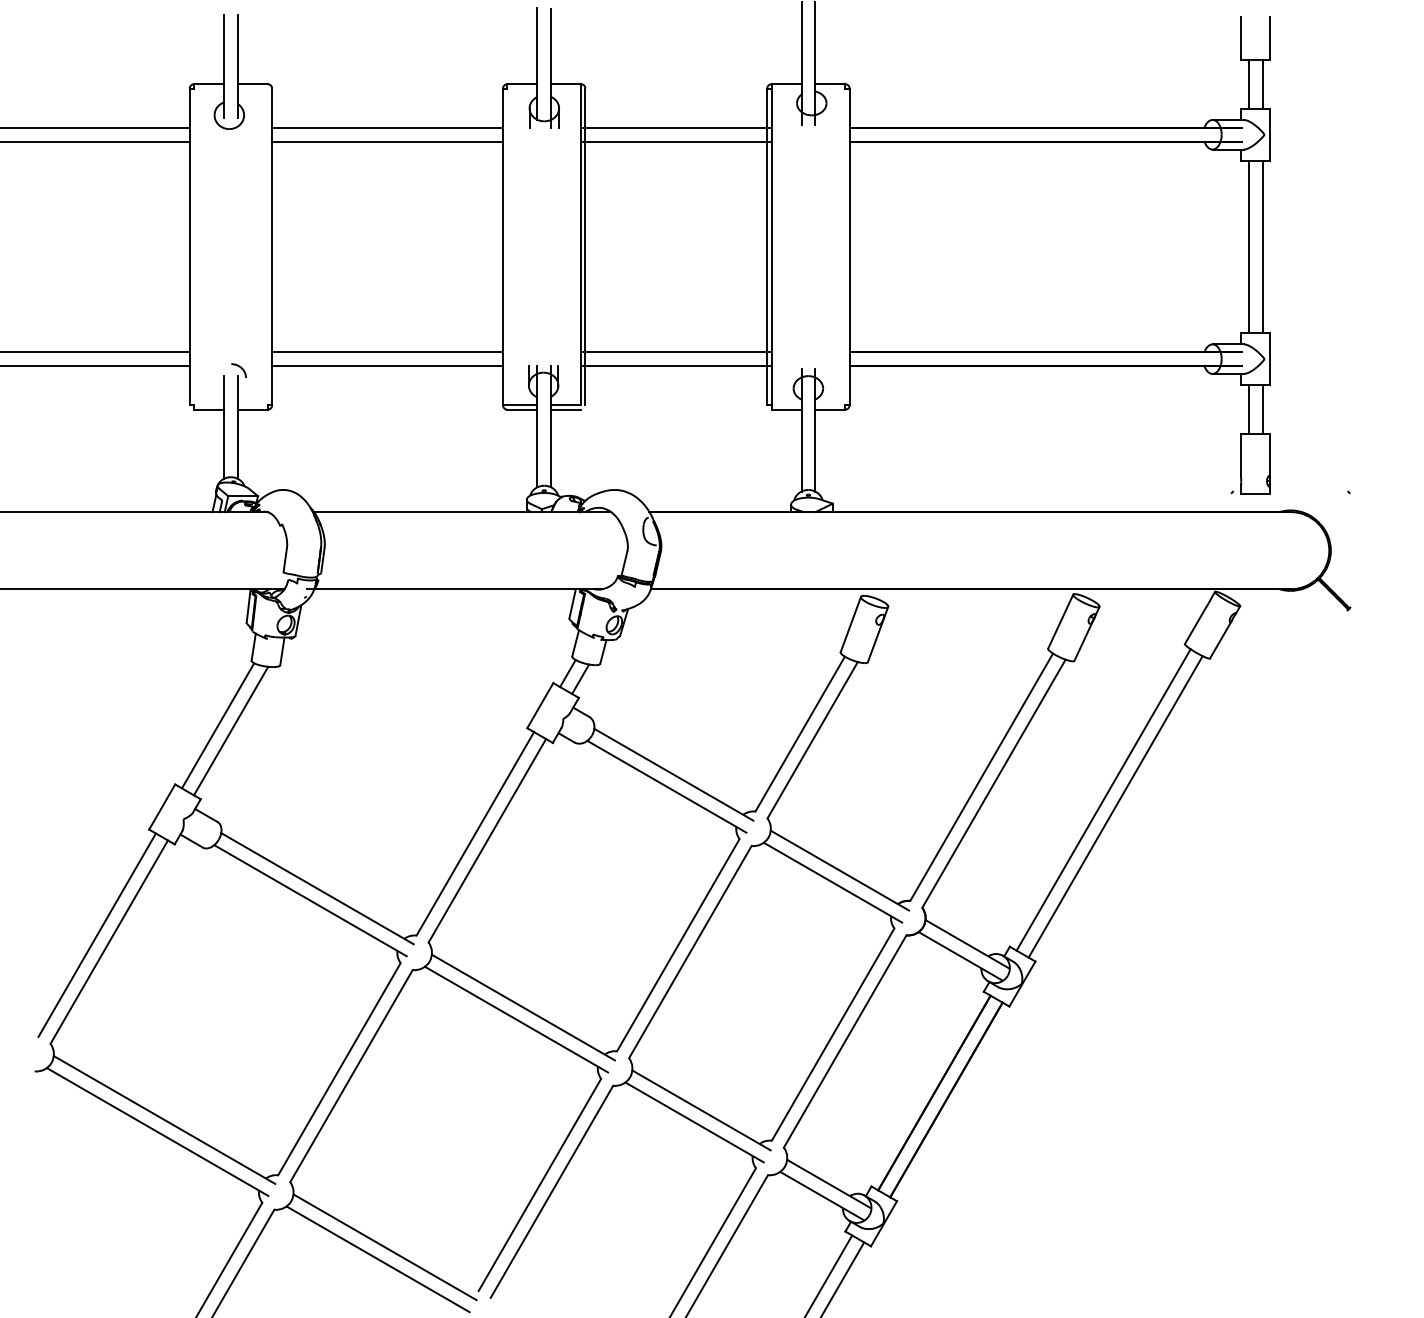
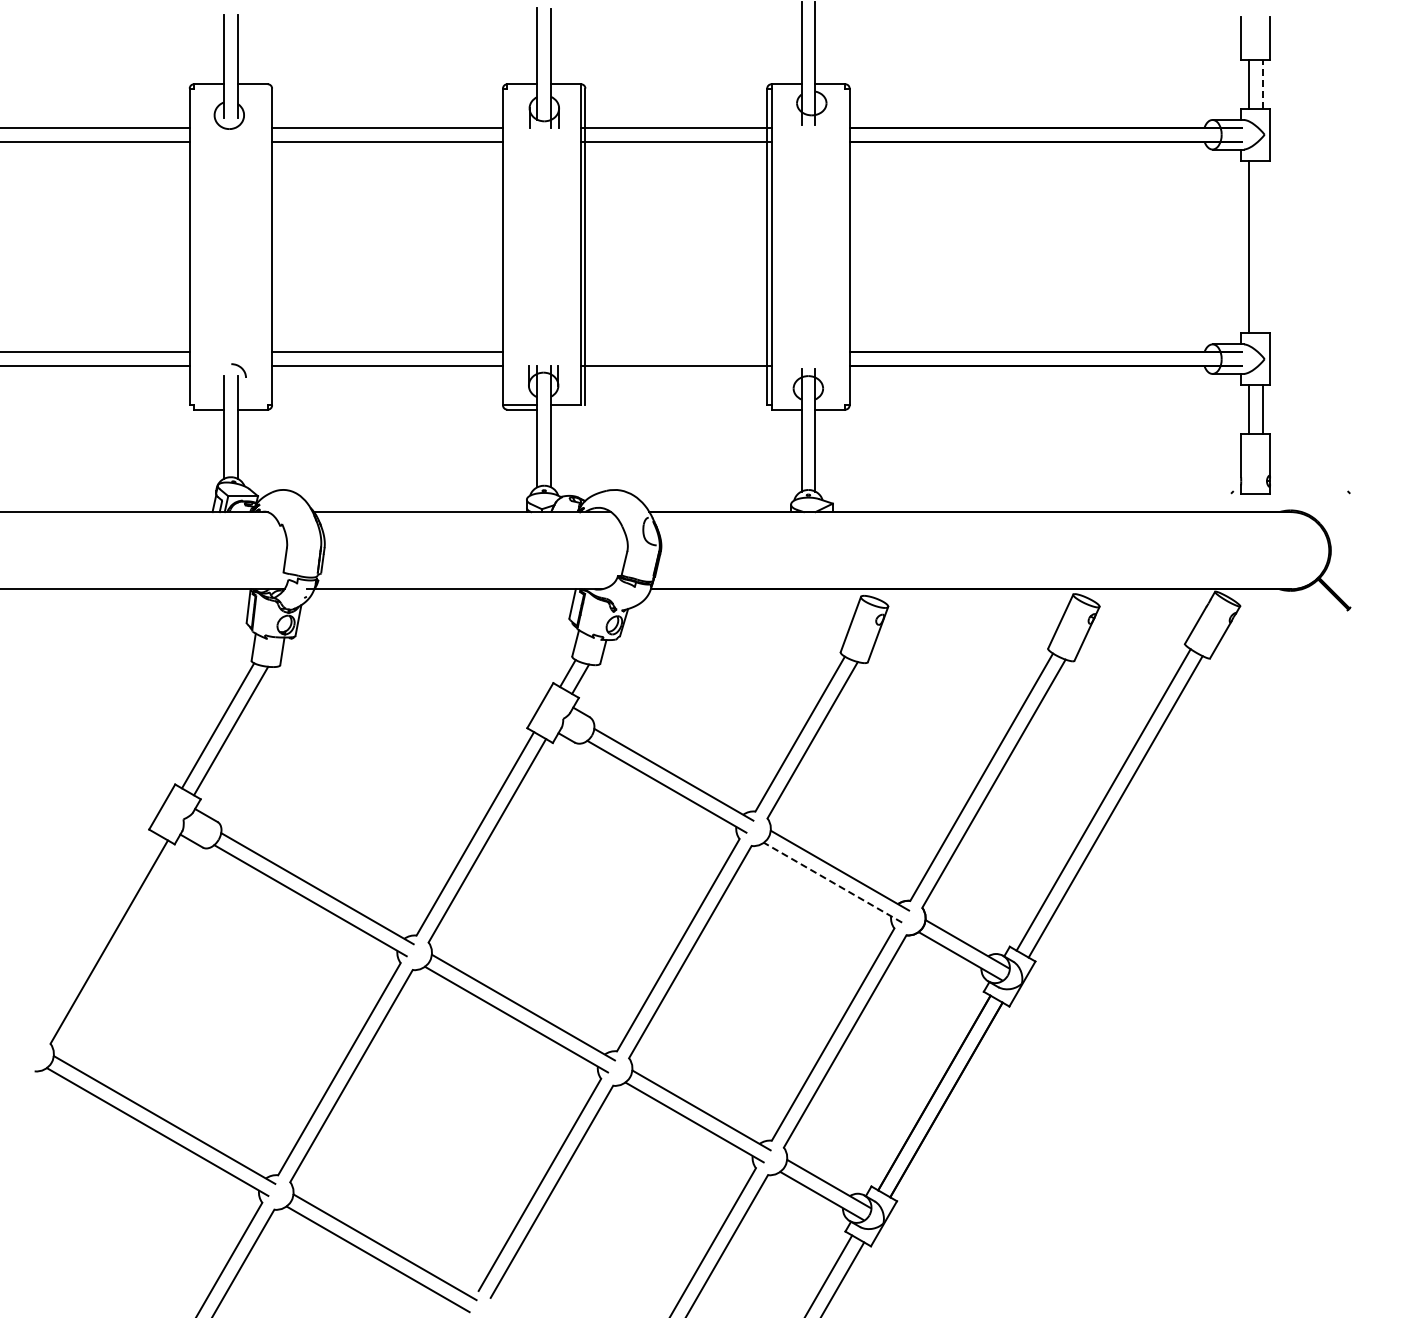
line at (1262, 84): solid -> dashed
line at (1262, 246): present -> none
line at (676, 352): present -> none
line at (566, 409): present -> none
line at (833, 882): solid -> dashed
line at (96, 934): present -> none
